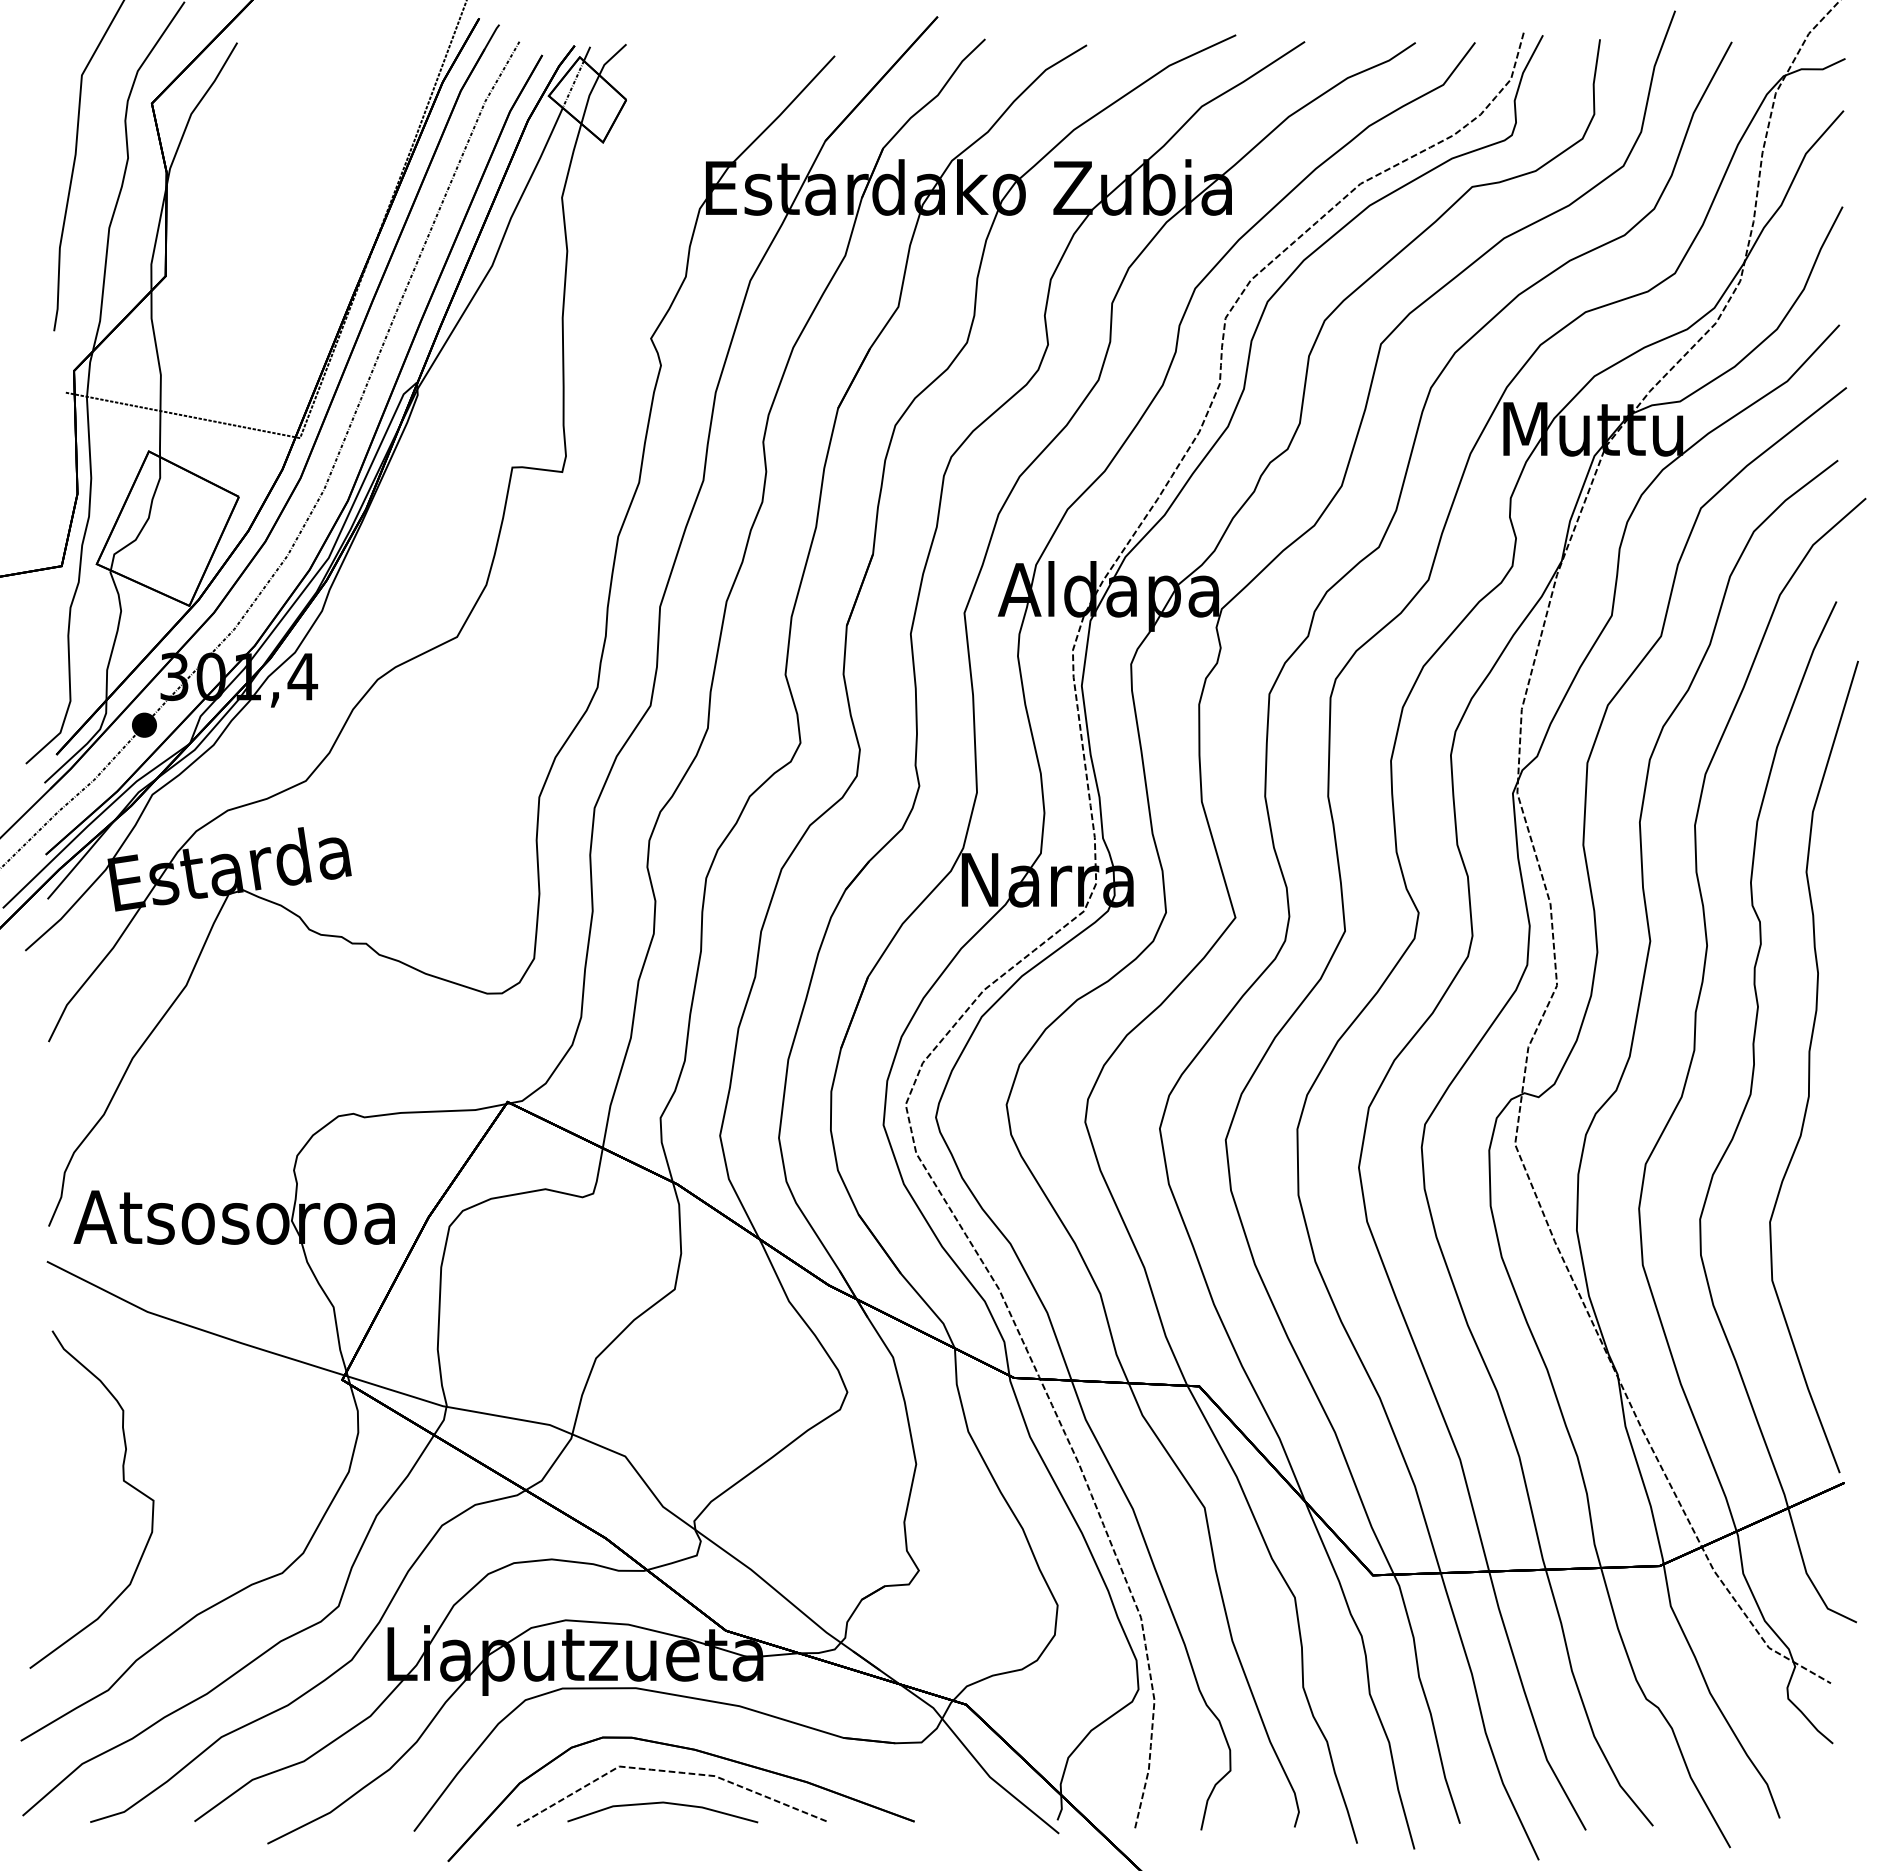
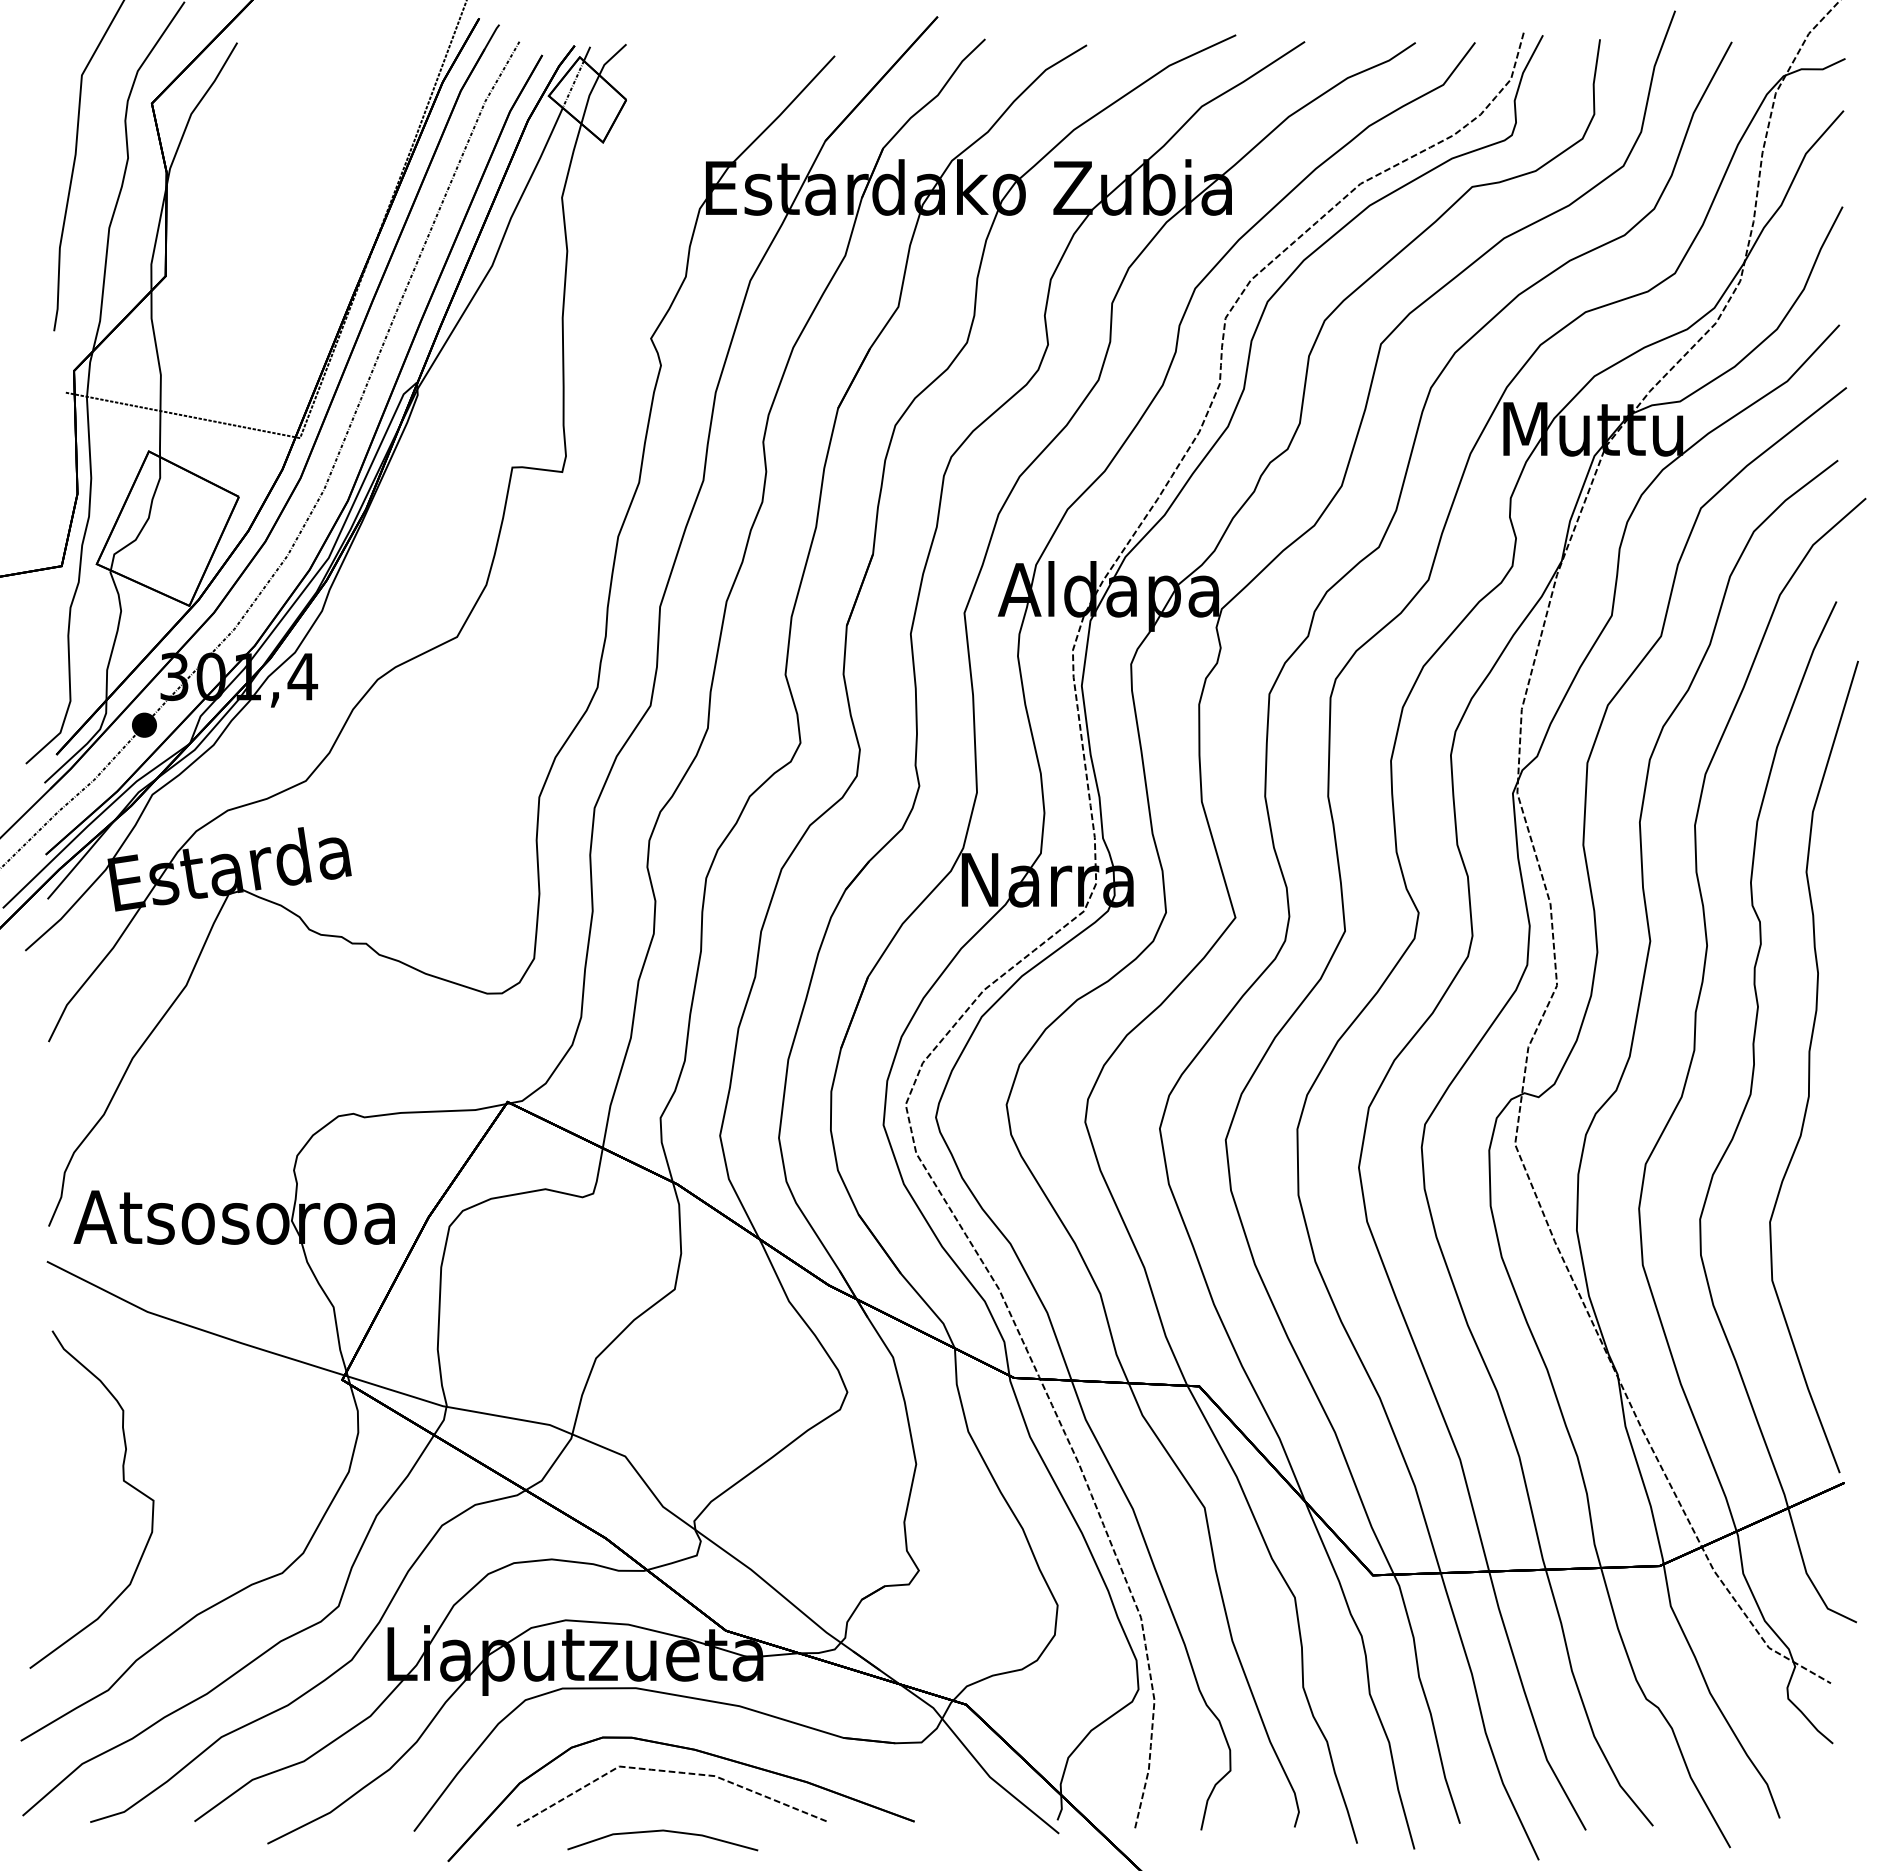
part at (662, 1803) position: (662, 1803) -> (662, 1831)
